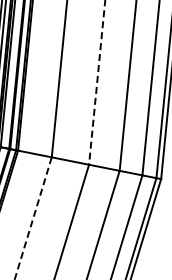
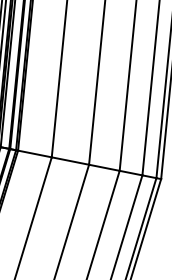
line at (97, 83): dashed -> solid
line at (33, 218): dashed -> solid
